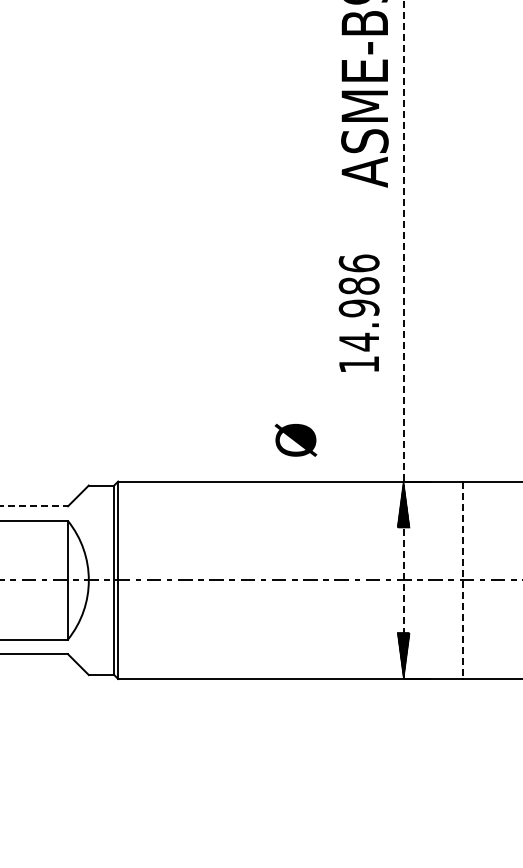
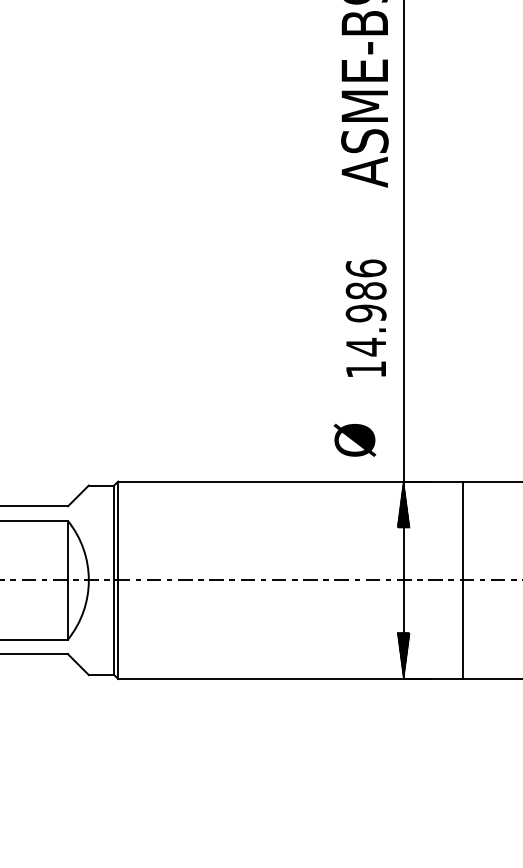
text at (358, 312) position: (358, 312) -> (365, 317)
line at (403, 339): dashed -> solid
text at (295, 439) position: (295, 439) -> (354, 439)
line at (34, 506): dashed -> solid
line at (463, 580): dashed -> solid
